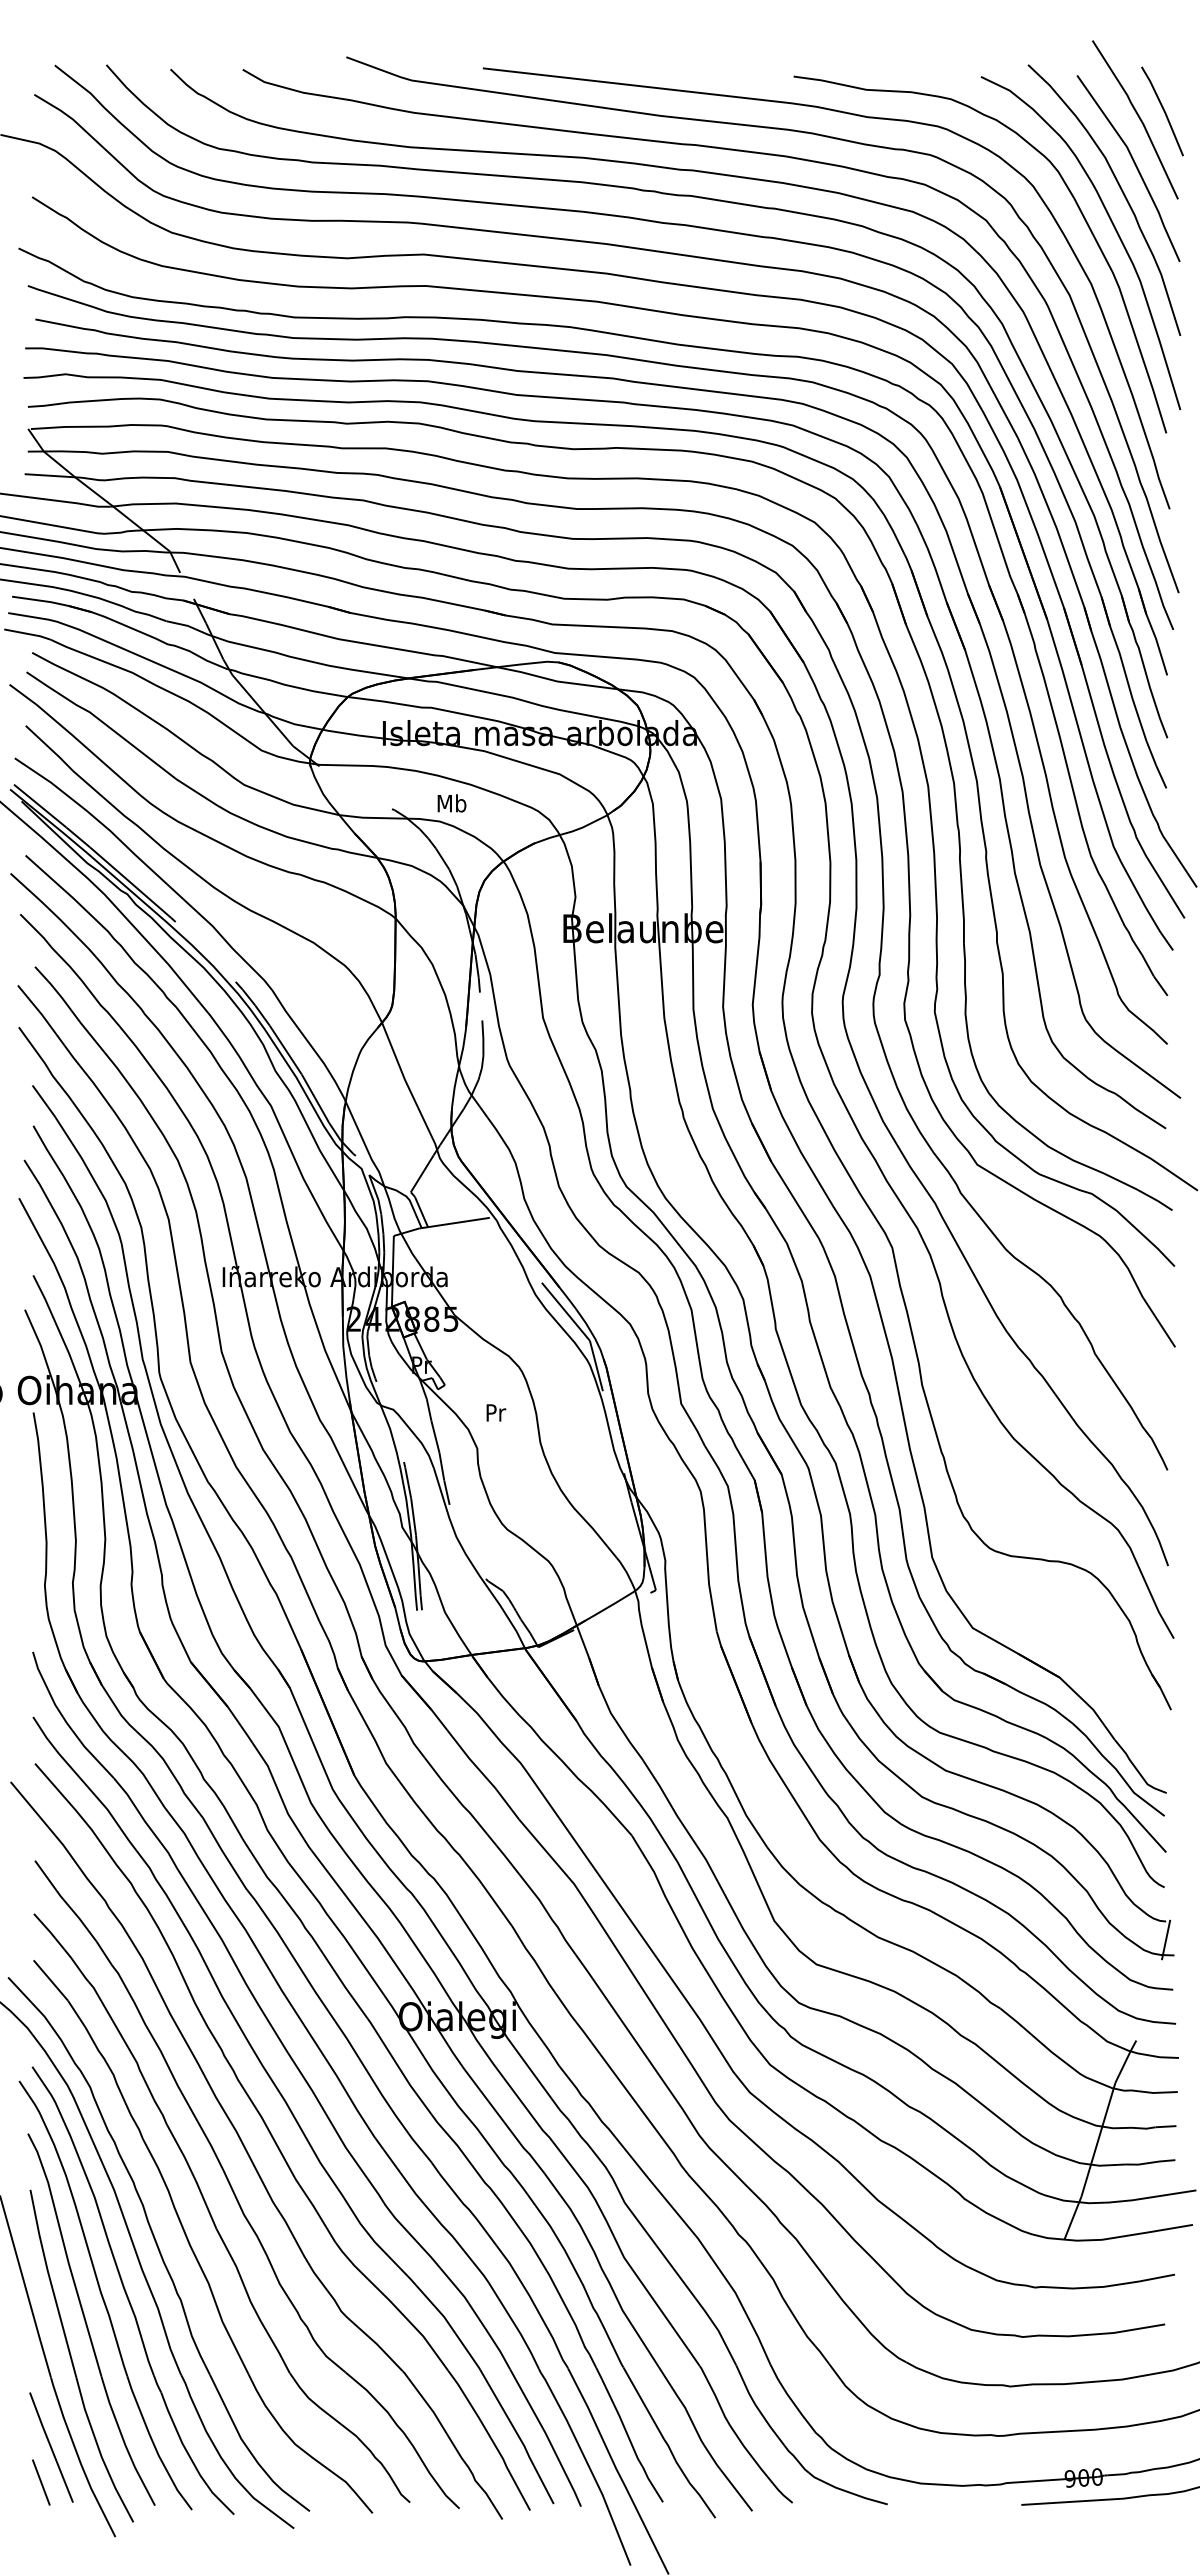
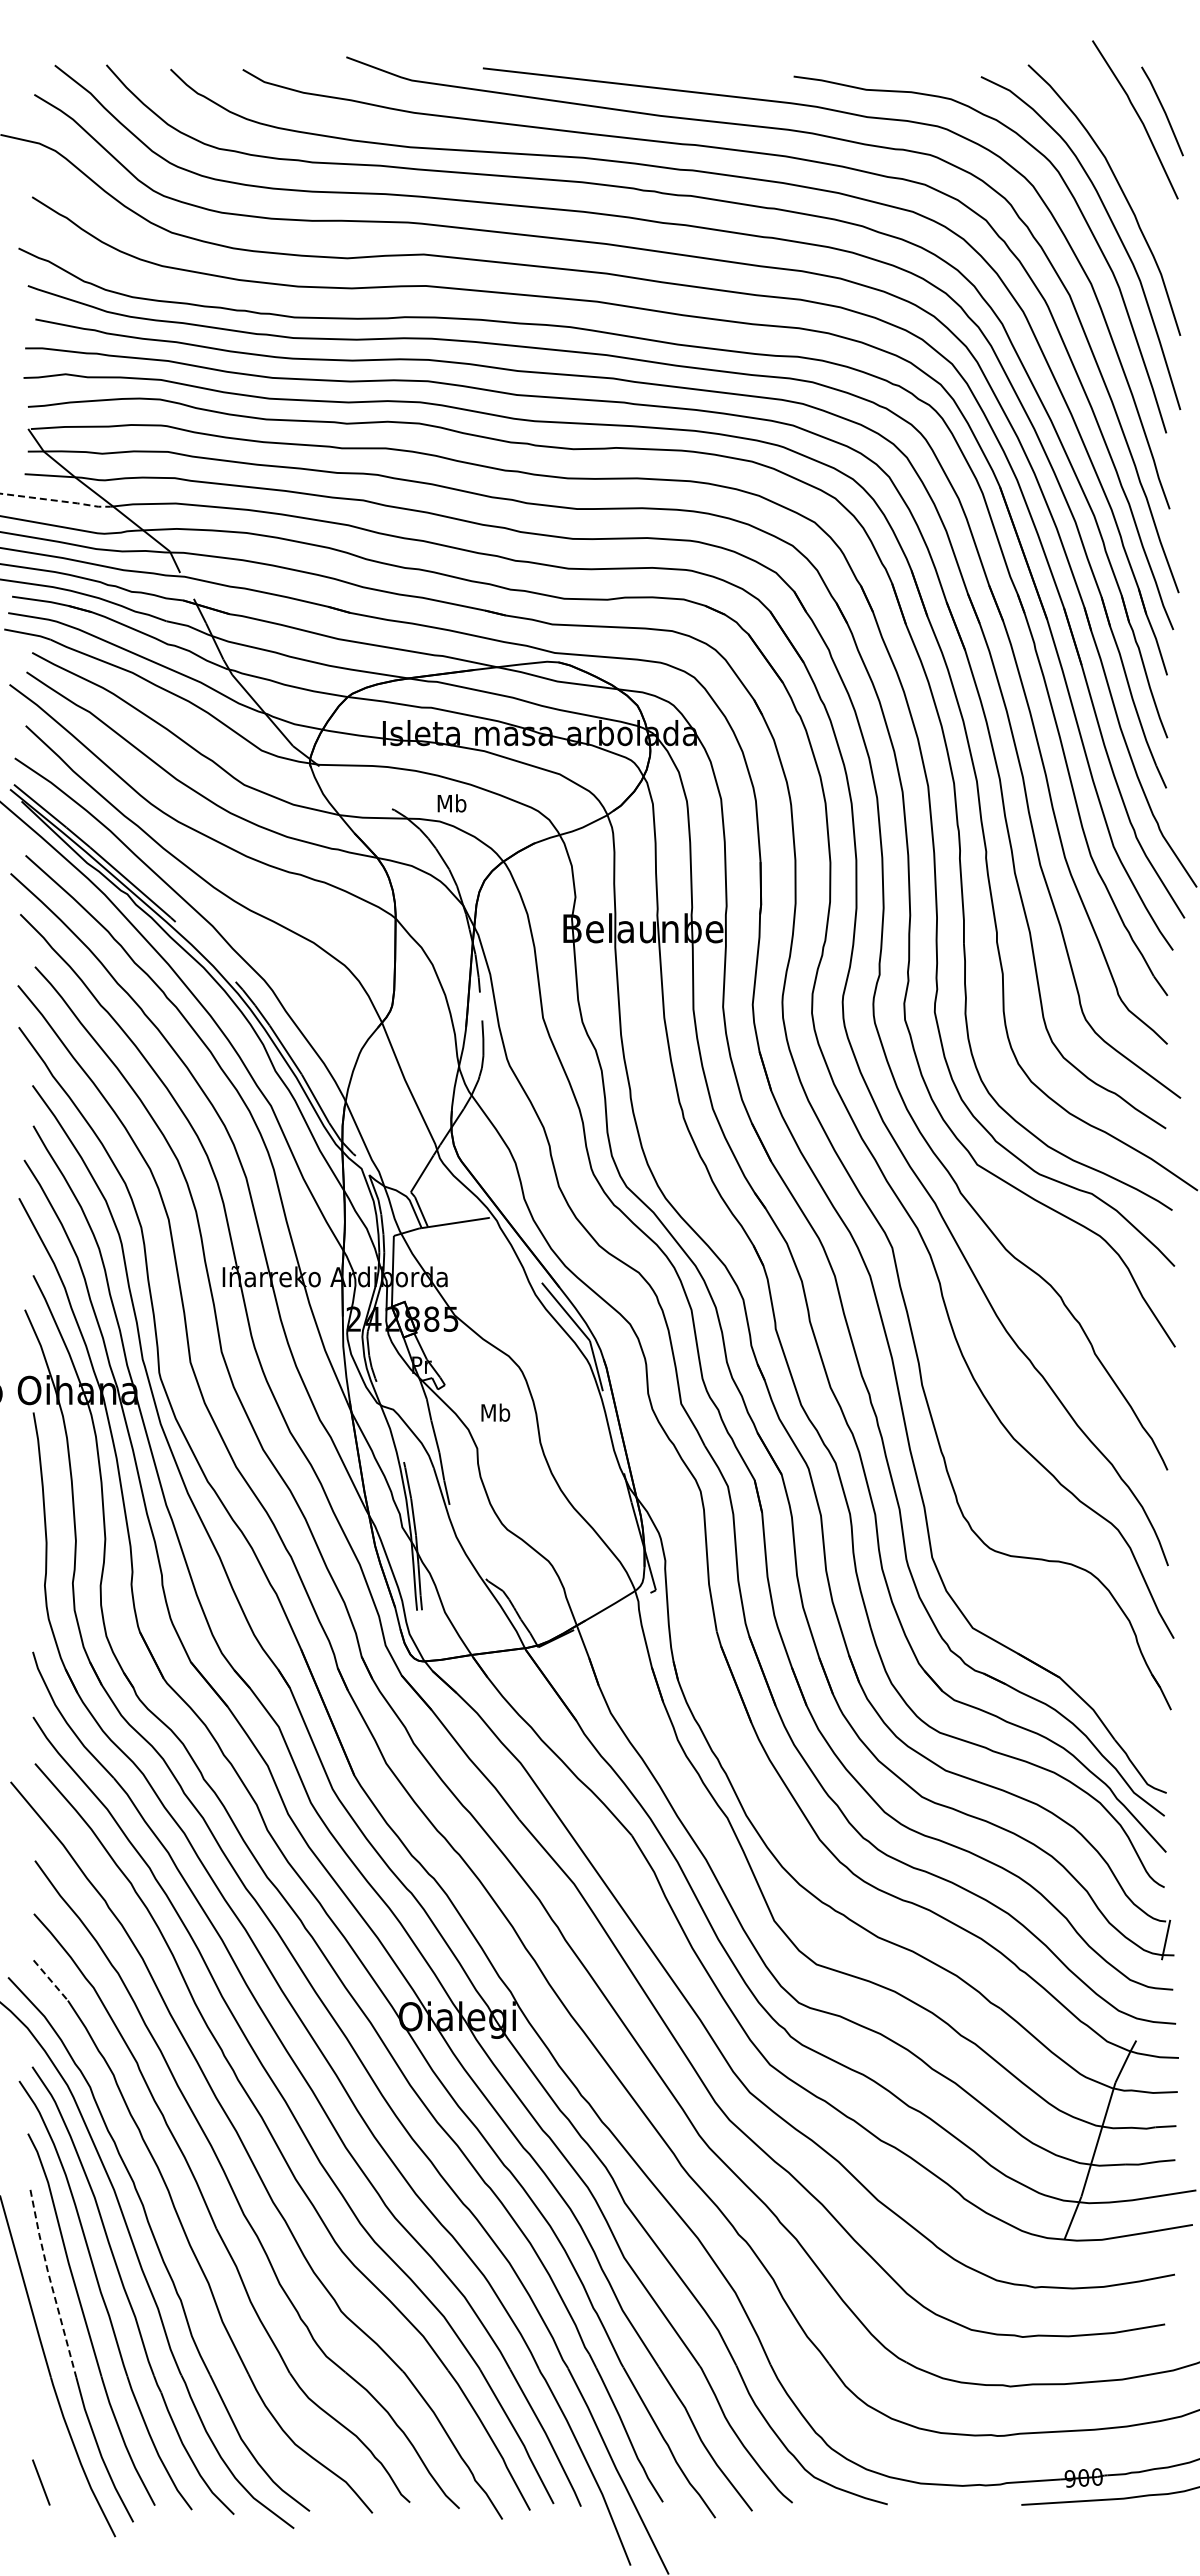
line at (1135, 167): present -> none
line at (56, 500): solid -> dashed
text at (495, 1412): Pr -> Mb
line at (51, 1980): solid -> dashed
line at (50, 2282): solid -> dashed
line at (51, 2447): present -> none
